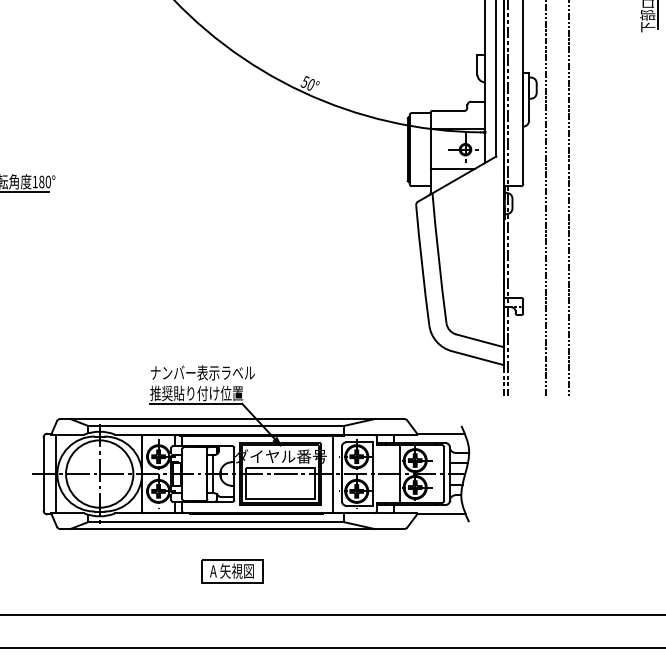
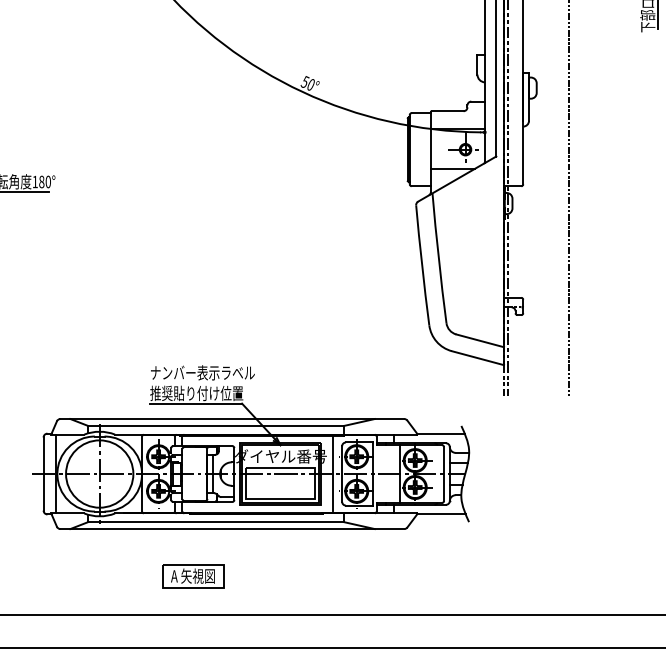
line at (546, 198): present -> none
part at (232, 571) position: (232, 571) -> (193, 576)
